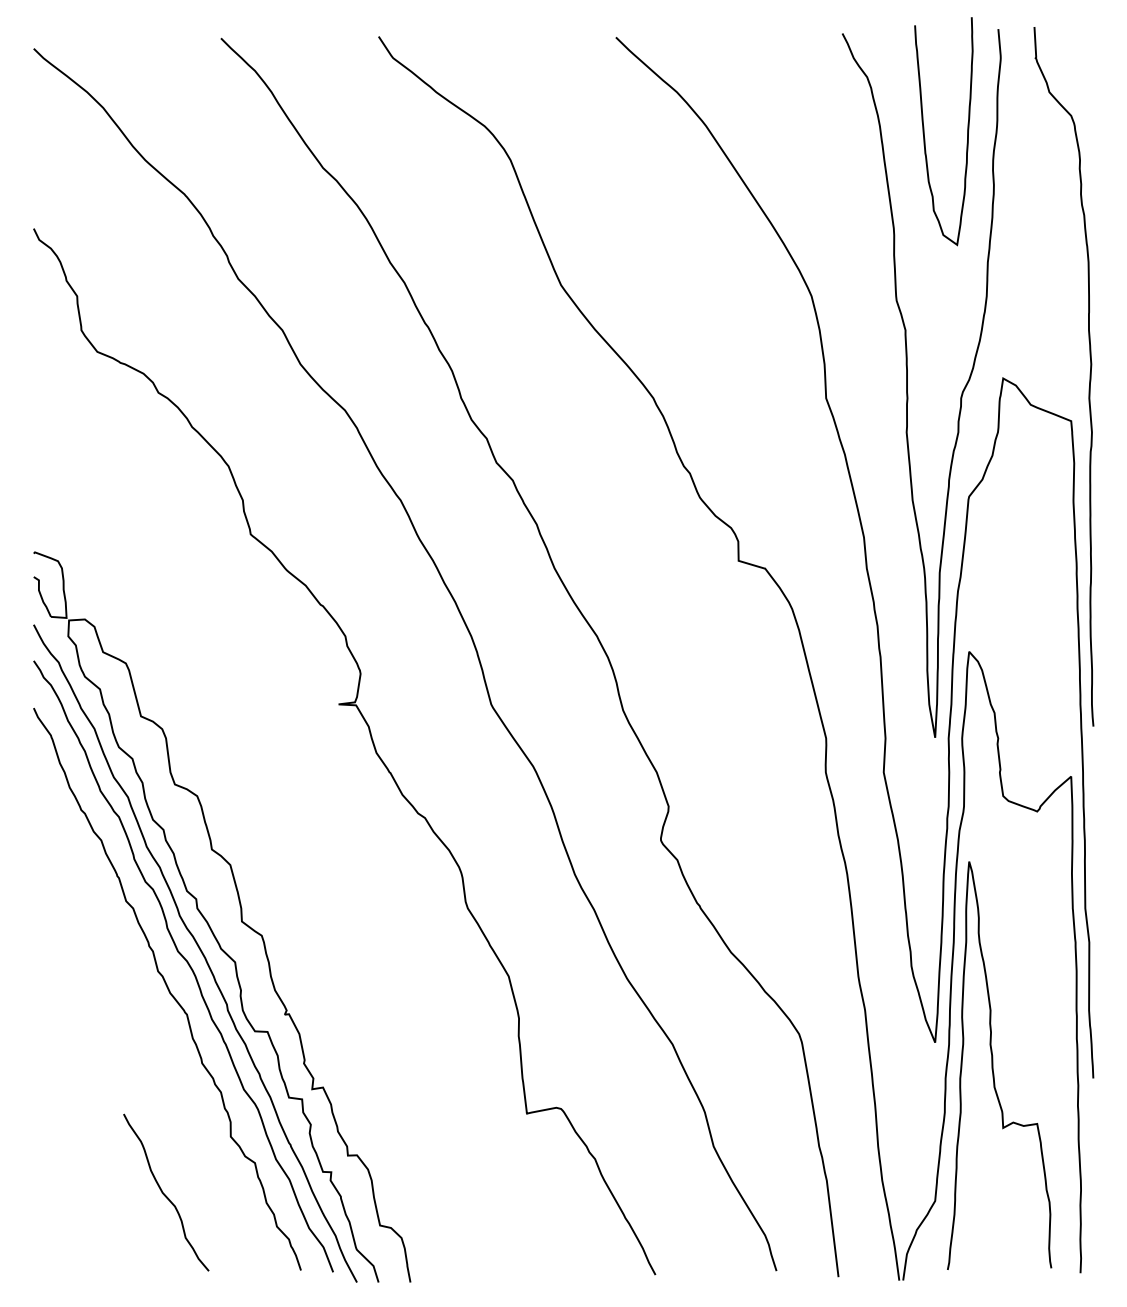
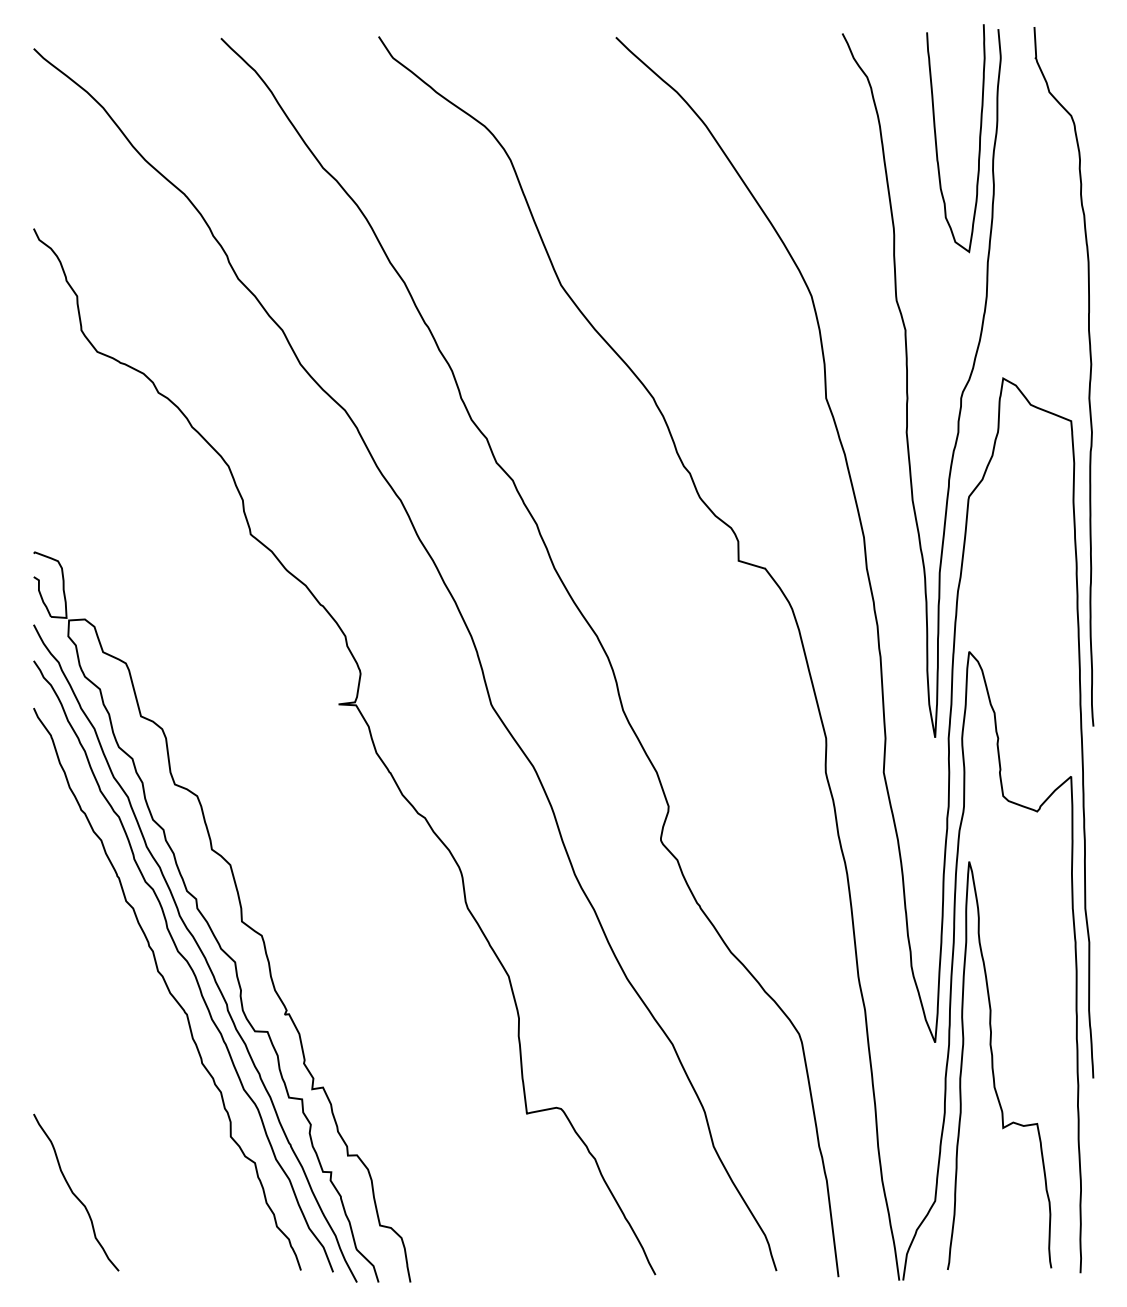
curve at (924, 131) position: (924, 131) -> (936, 138)
curve at (164, 1193) position: (164, 1193) -> (74, 1193)
